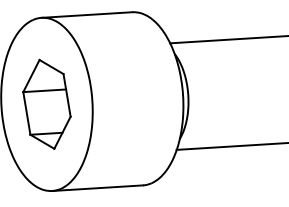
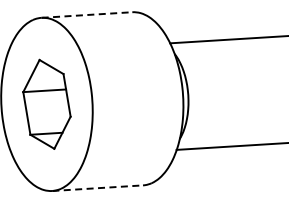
line at (87, 15): solid -> dashed
line at (98, 188): solid -> dashed
